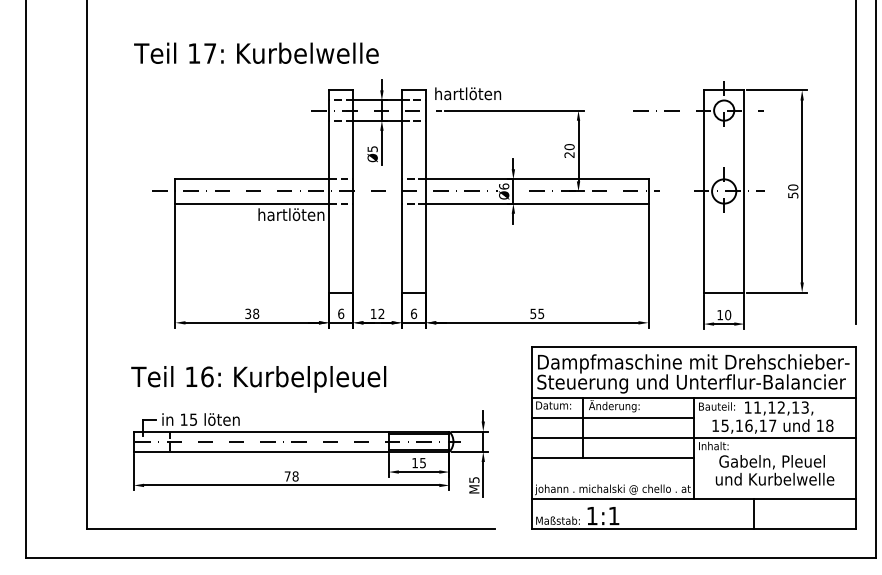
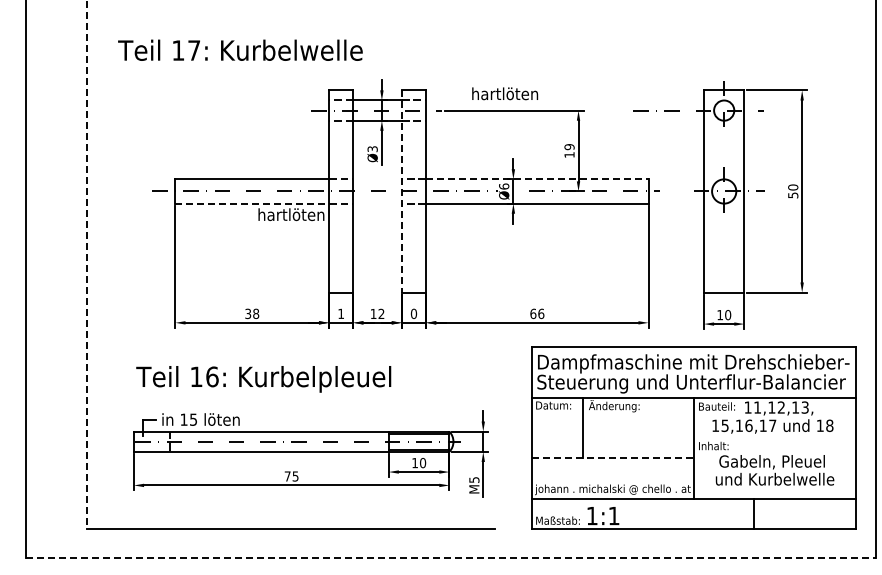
text at (256, 52) position: (256, 52) -> (240, 49)
text at (468, 93) position: (468, 93) -> (505, 93)
text at (371, 148): Ø5 -> Ø3
text at (569, 150): 20 -> 19
line at (855, 163): present -> none
line at (537, 179): solid -> dashed
line at (401, 192): solid -> dashed
line at (252, 203): solid -> dashed
line at (87, 265): solid -> dashed
text at (341, 313): 6 -> 1
text at (414, 313): 6 -> 0
text at (537, 313): 55 -> 66
text at (258, 379) position: (258, 379) -> (263, 379)
line at (612, 418): present -> none
line at (693, 438): present -> none
line at (612, 458): solid -> dashed
text at (423, 463): 15 -> 10
text at (295, 476): 78 -> 75
line at (451, 557): solid -> dashed
